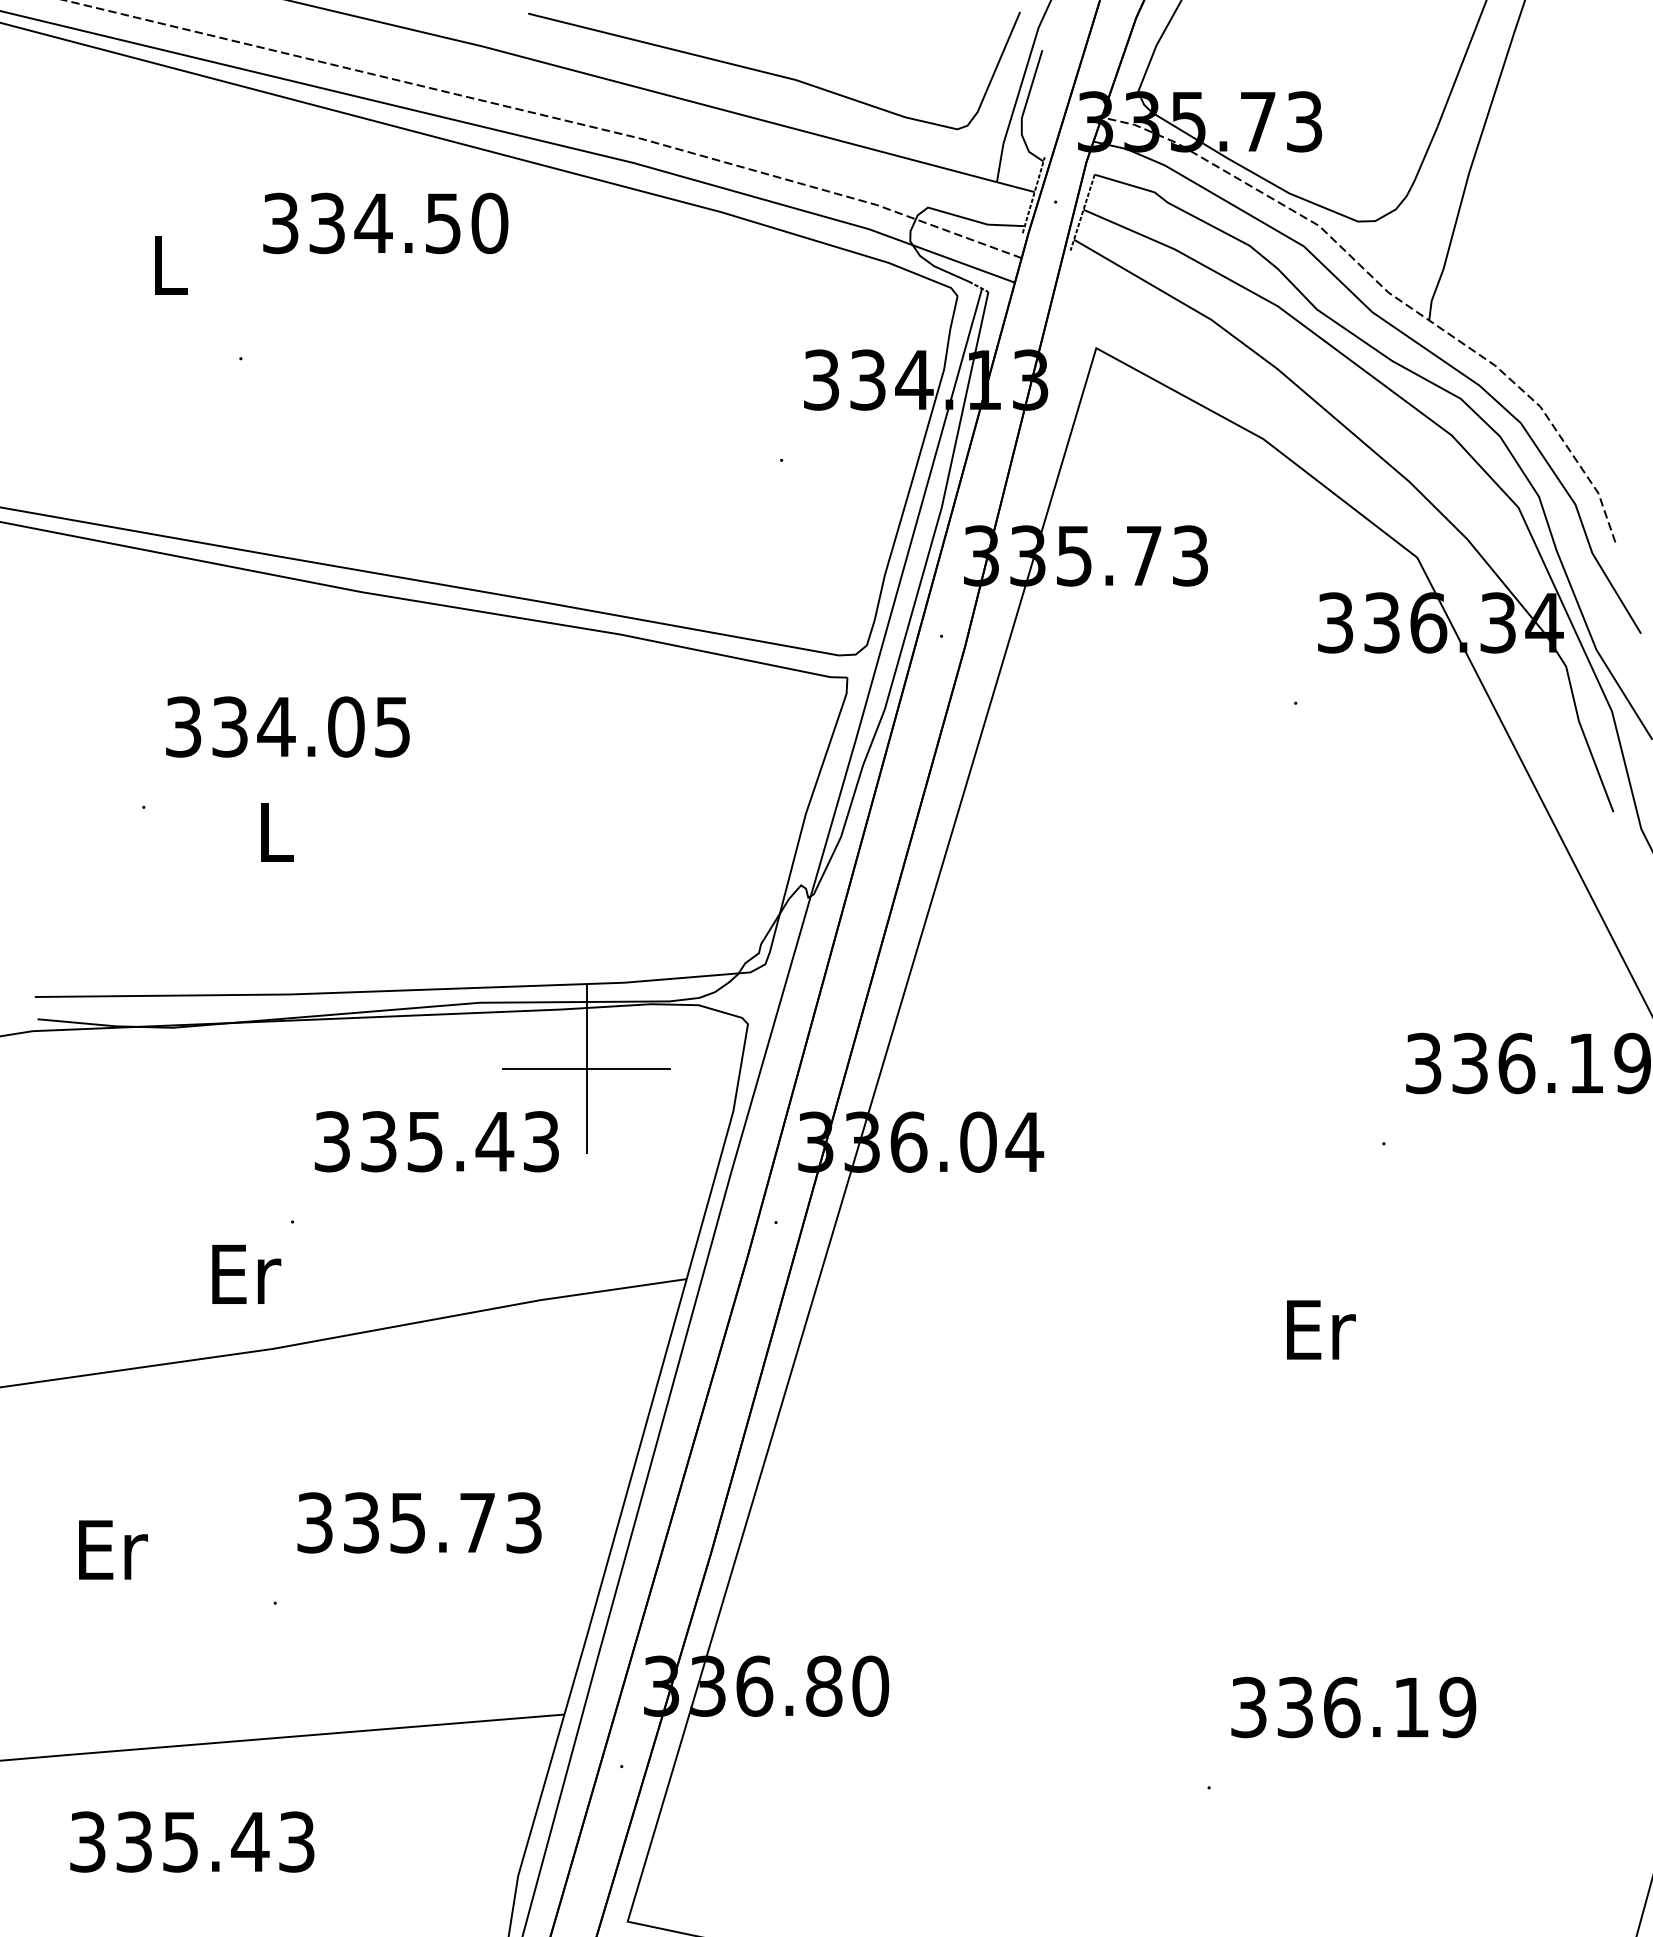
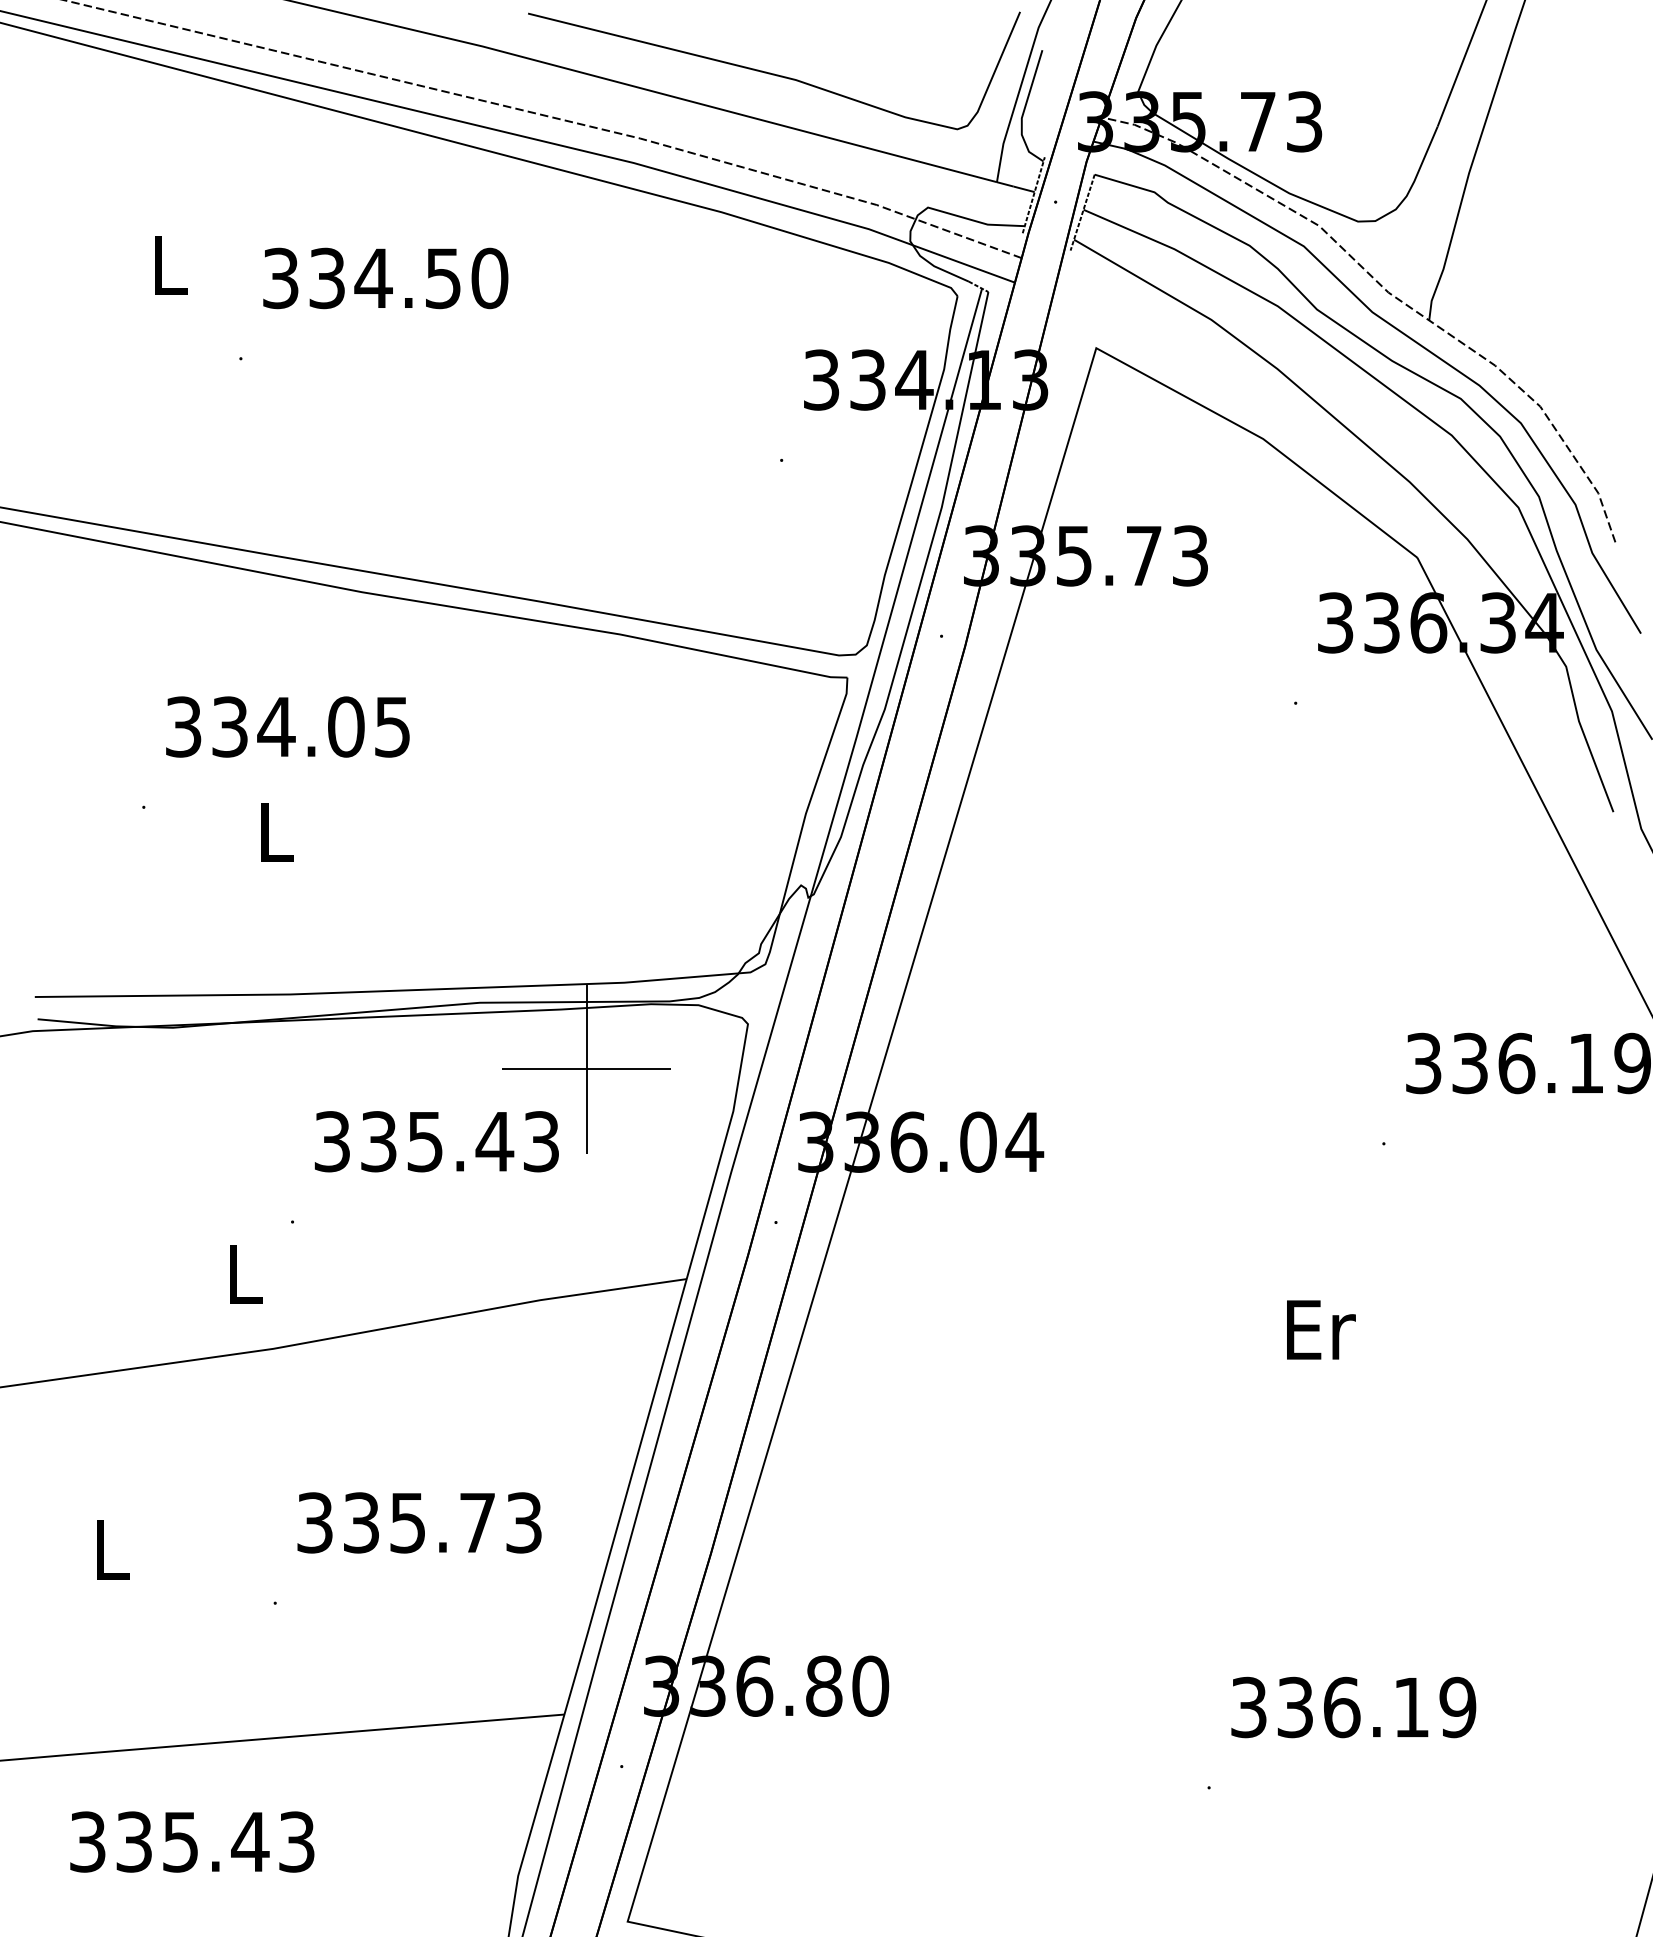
text at (385, 223) position: (385, 223) -> (385, 278)
text at (246, 1273): Er -> L
text at (113, 1549): Er -> L
